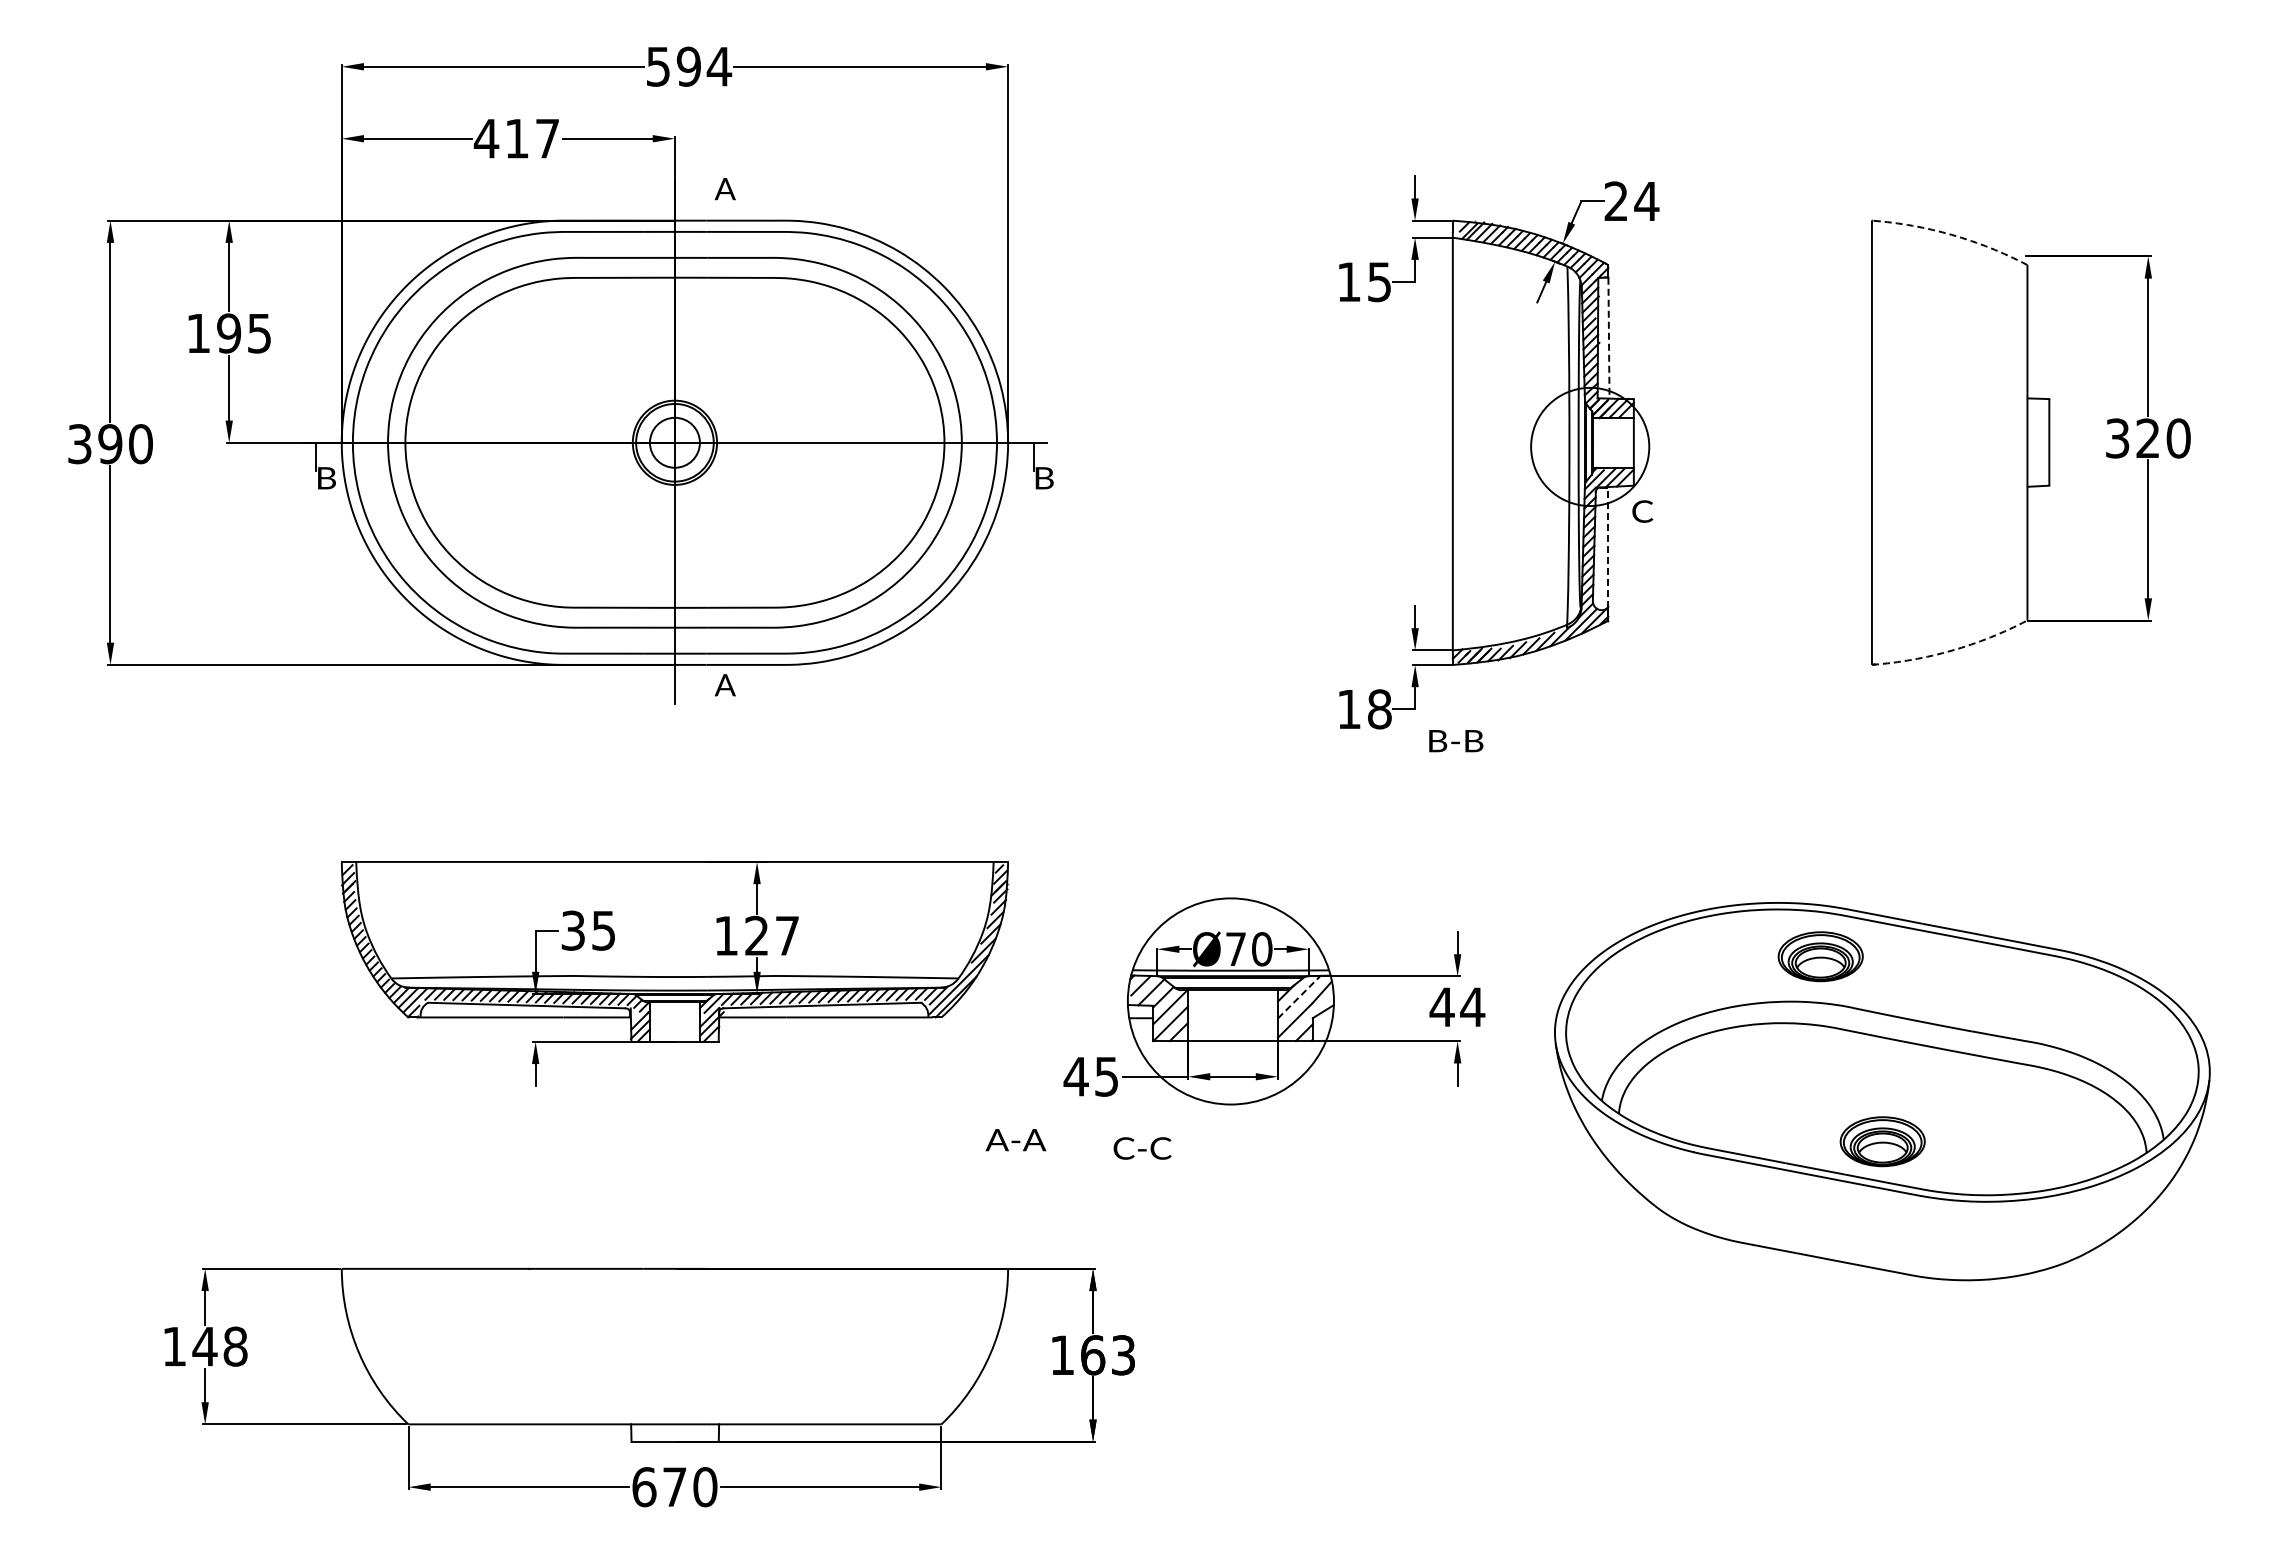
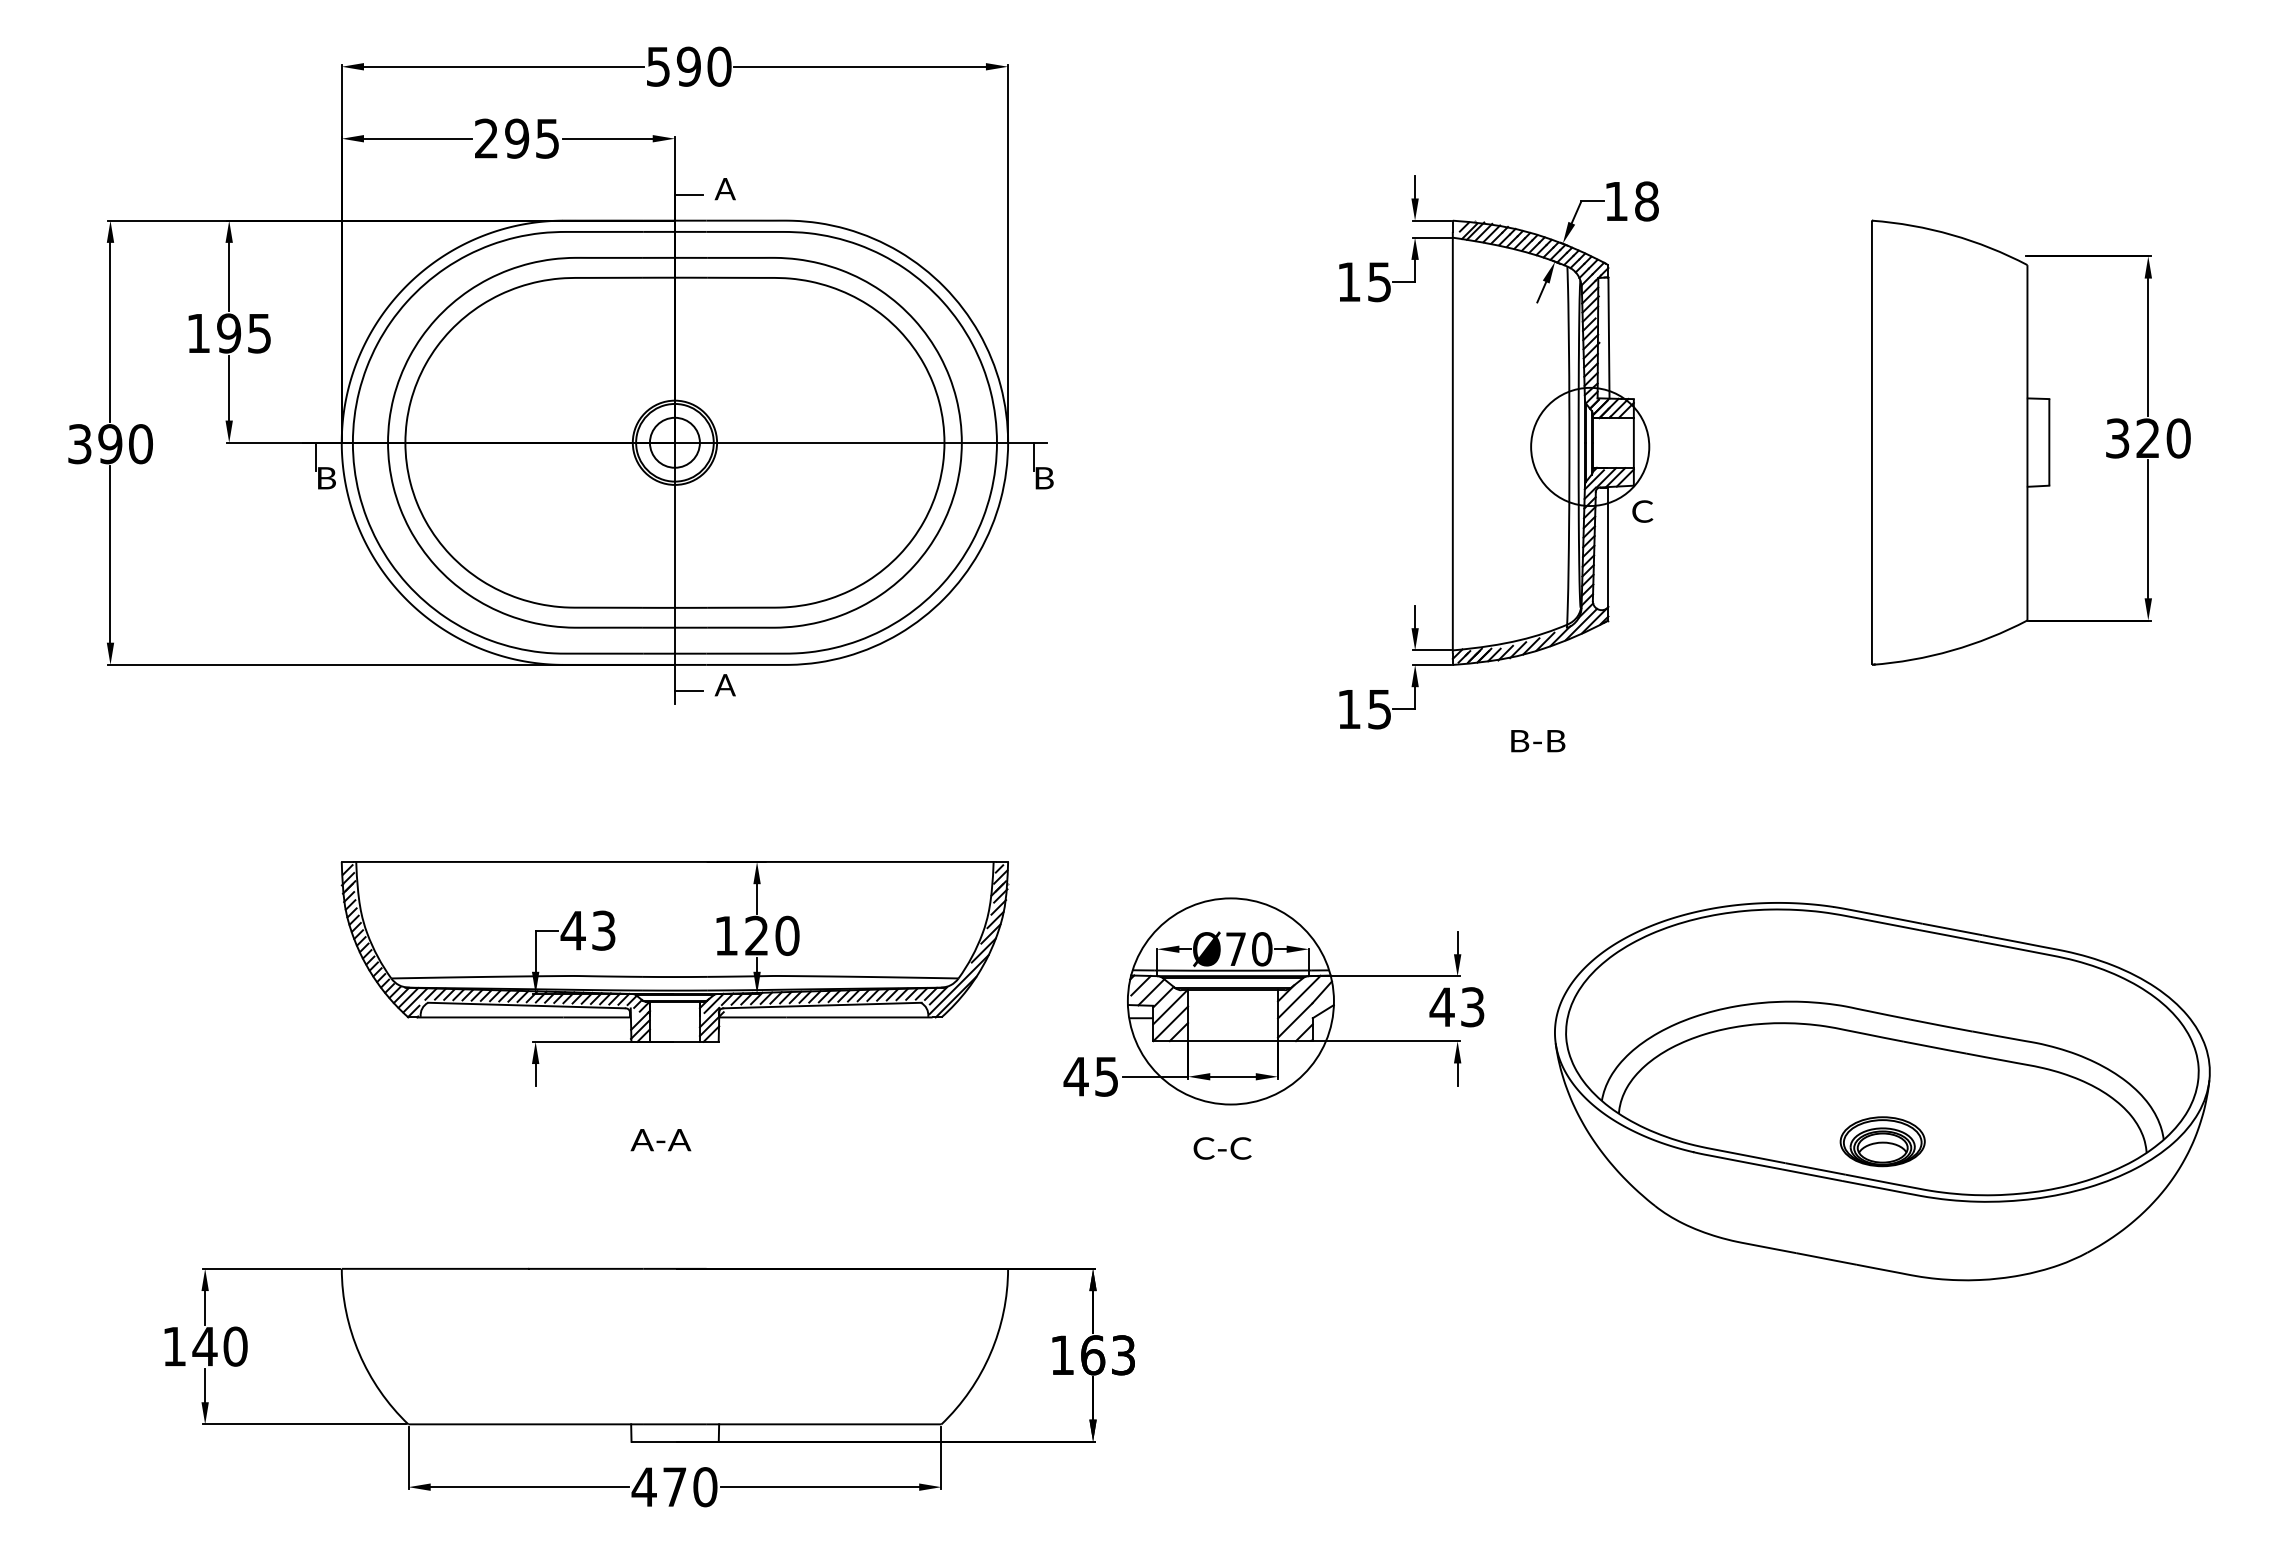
text at (719, 66): 594 -> 590
text at (515, 138): 417 -> 295
line at (688, 194): none -> present
text at (1631, 201): 24 -> 18
arc at (1952, 234): dashed -> solid
line at (1608, 338): dashed -> solid
line at (1608, 547): dashed -> solid
arc at (1952, 650): dashed -> solid
line at (688, 690): none -> present
text at (1379, 709): 18 -> 15
text at (1456, 741) position: (1456, 741) -> (1538, 741)
text at (587, 930): 35 -> 43
text at (787, 935): 127 -> 120
part at (1820, 956): present -> none
line at (1299, 996): dashed -> solid
text at (1472, 1007): 44 -> 43
text at (1015, 1140) position: (1015, 1140) -> (660, 1140)
text at (1142, 1148) position: (1142, 1148) -> (1222, 1148)
text at (235, 1346): 148 -> 140
text at (643, 1487): 670 -> 470
